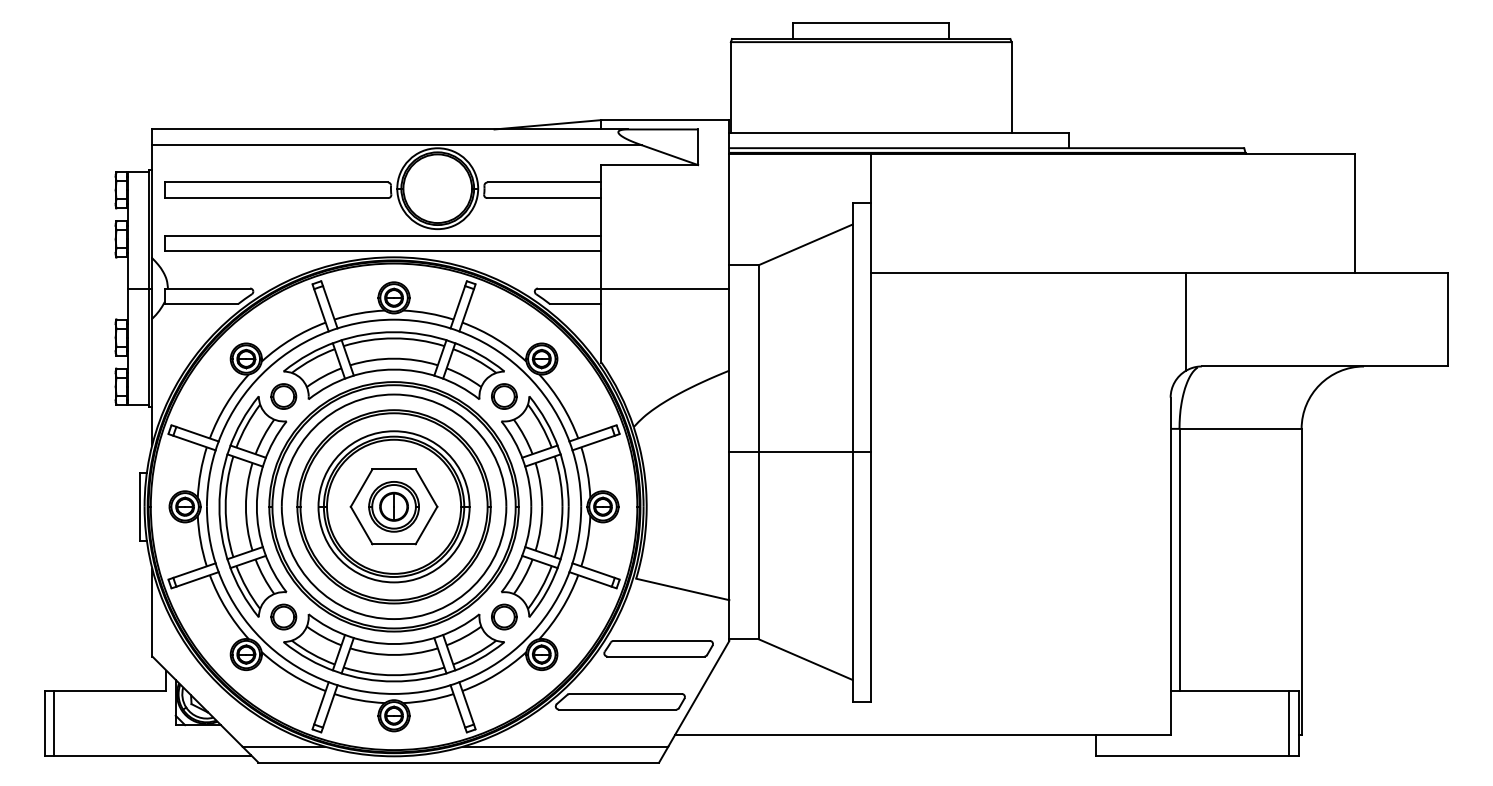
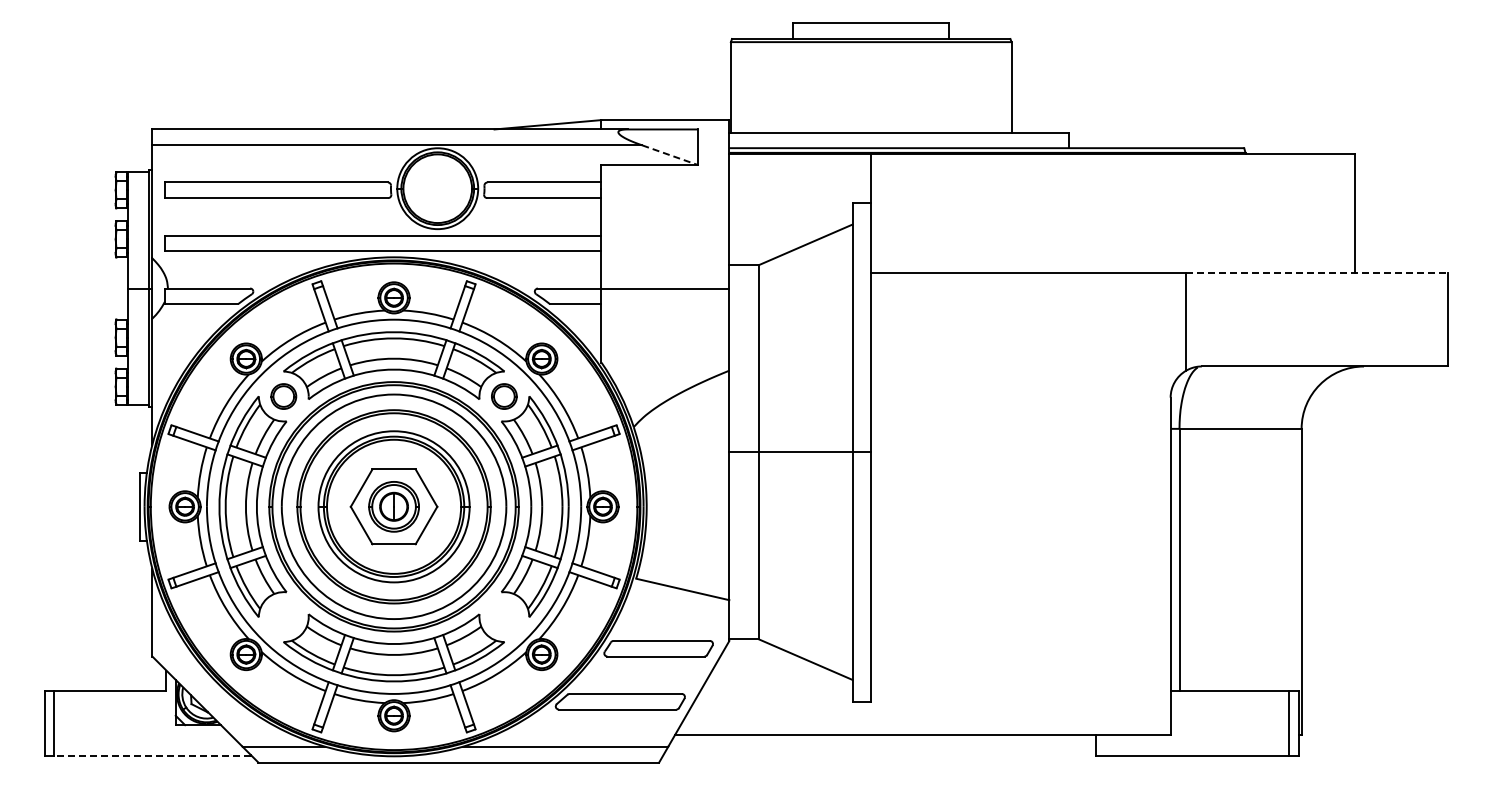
line at (670, 155): solid -> dashed
line at (1317, 272): solid -> dashed
part at (283, 616): present -> none
part at (504, 616): present -> none
line at (151, 756): solid -> dashed
